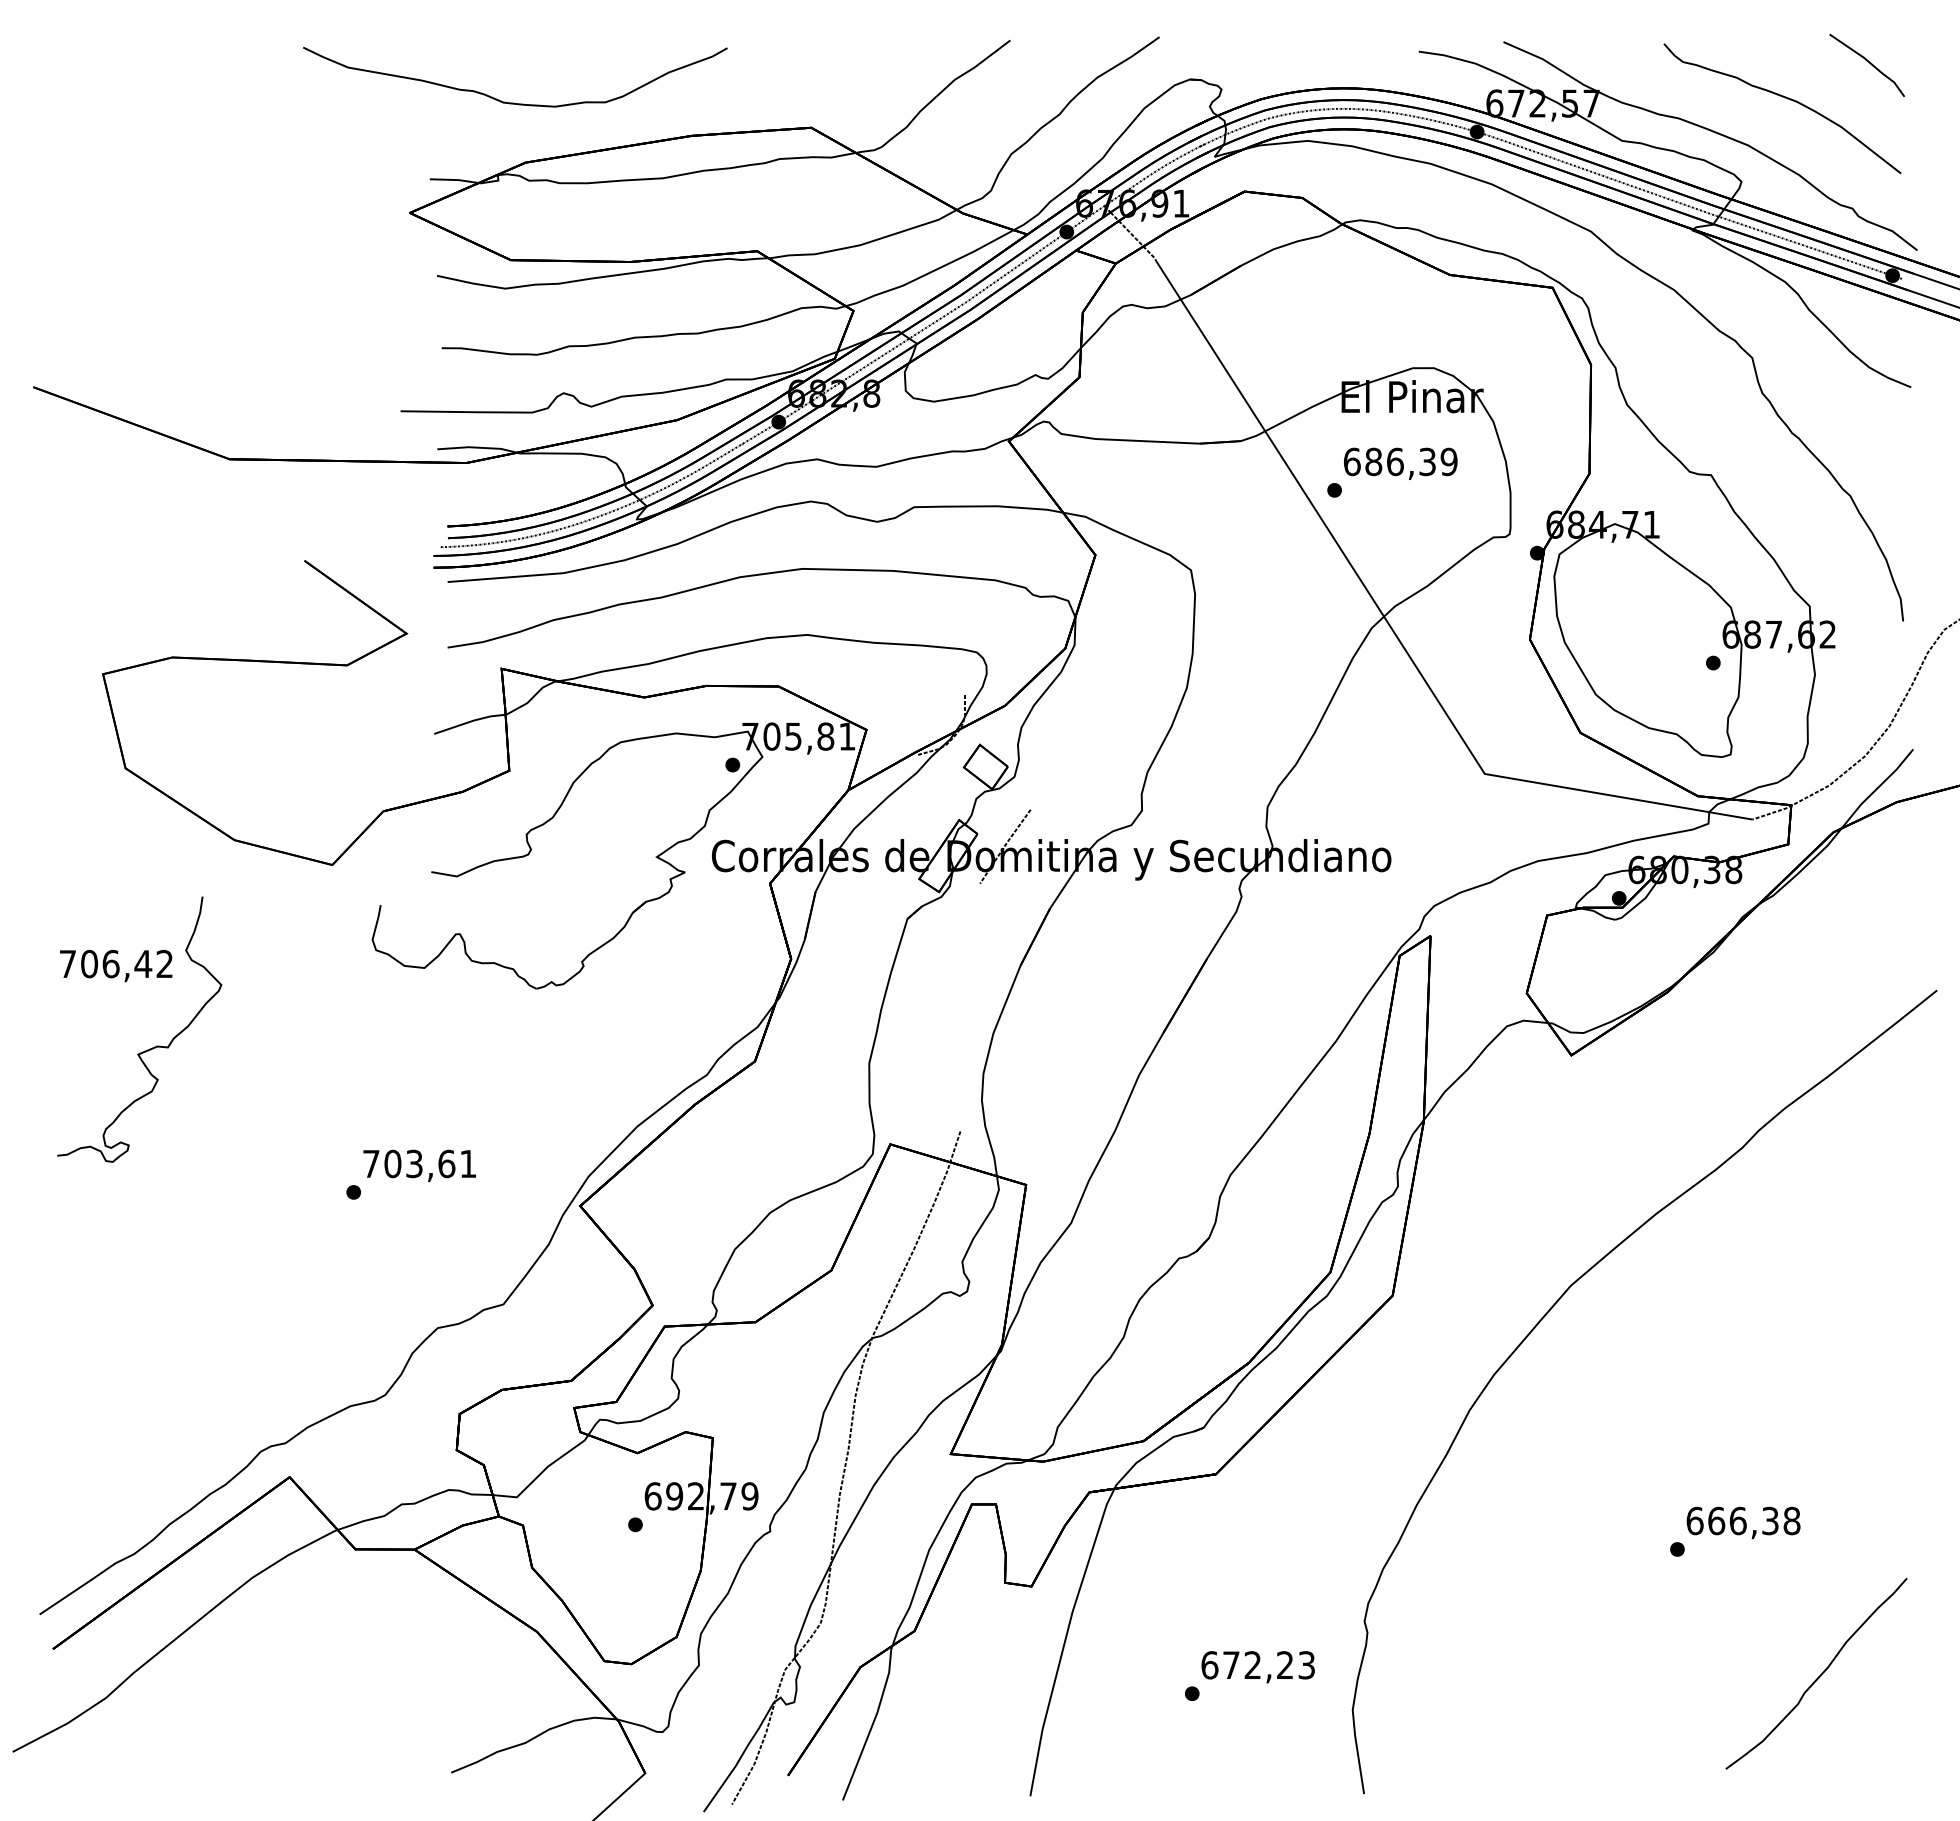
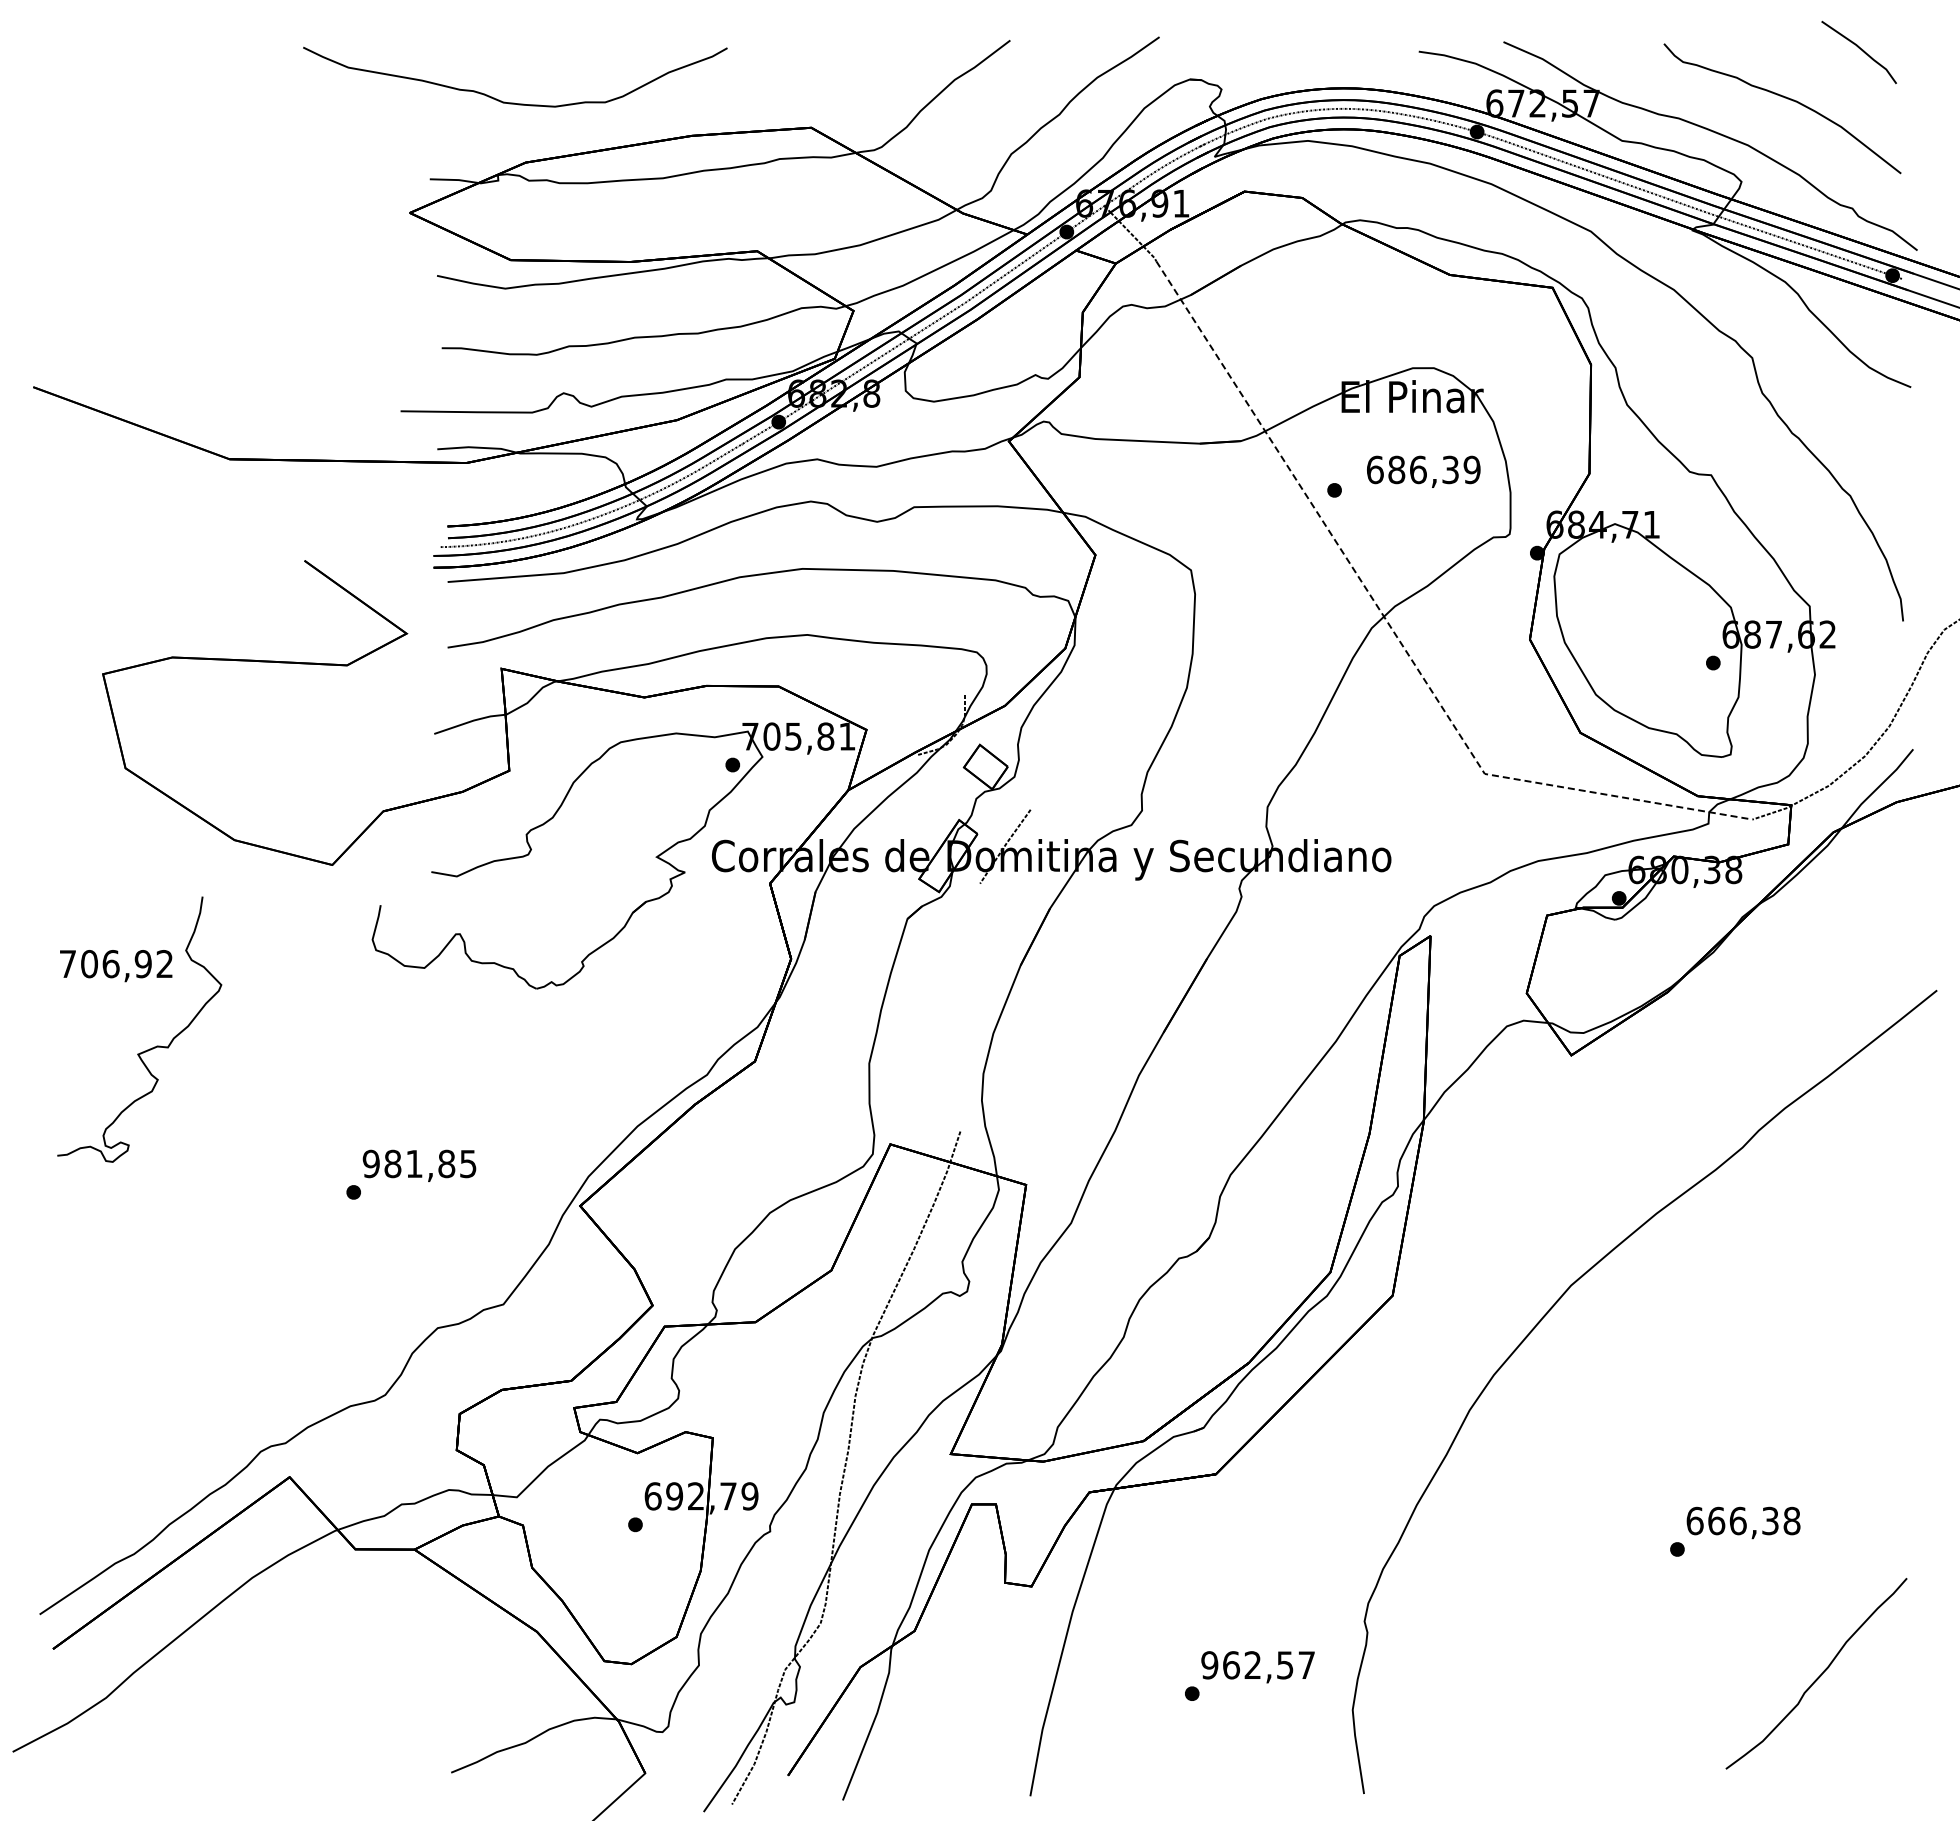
part at (1866, 65) position: (1866, 65) -> (1858, 52)
text at (1400, 463) position: (1400, 463) -> (1423, 471)
line at (1394, 632): solid -> dashed
text at (143, 964): 706,42 -> 706,92
text at (419, 1163): 703,61 -> 981,85
text at (1257, 1665): 672,23 -> 962,57
